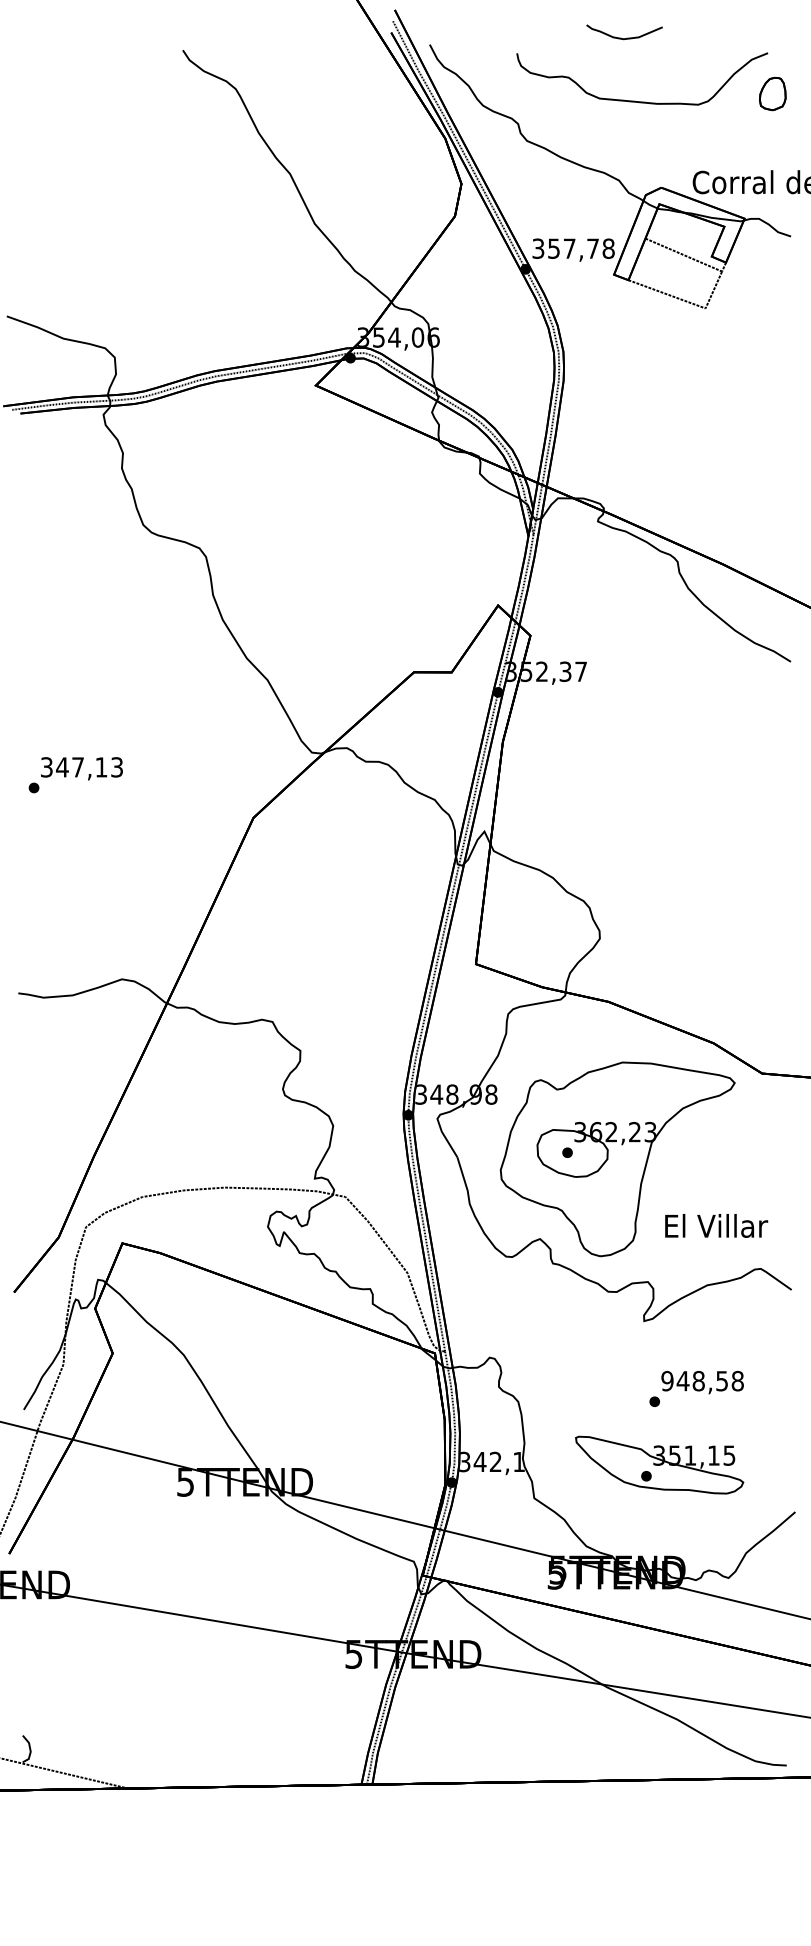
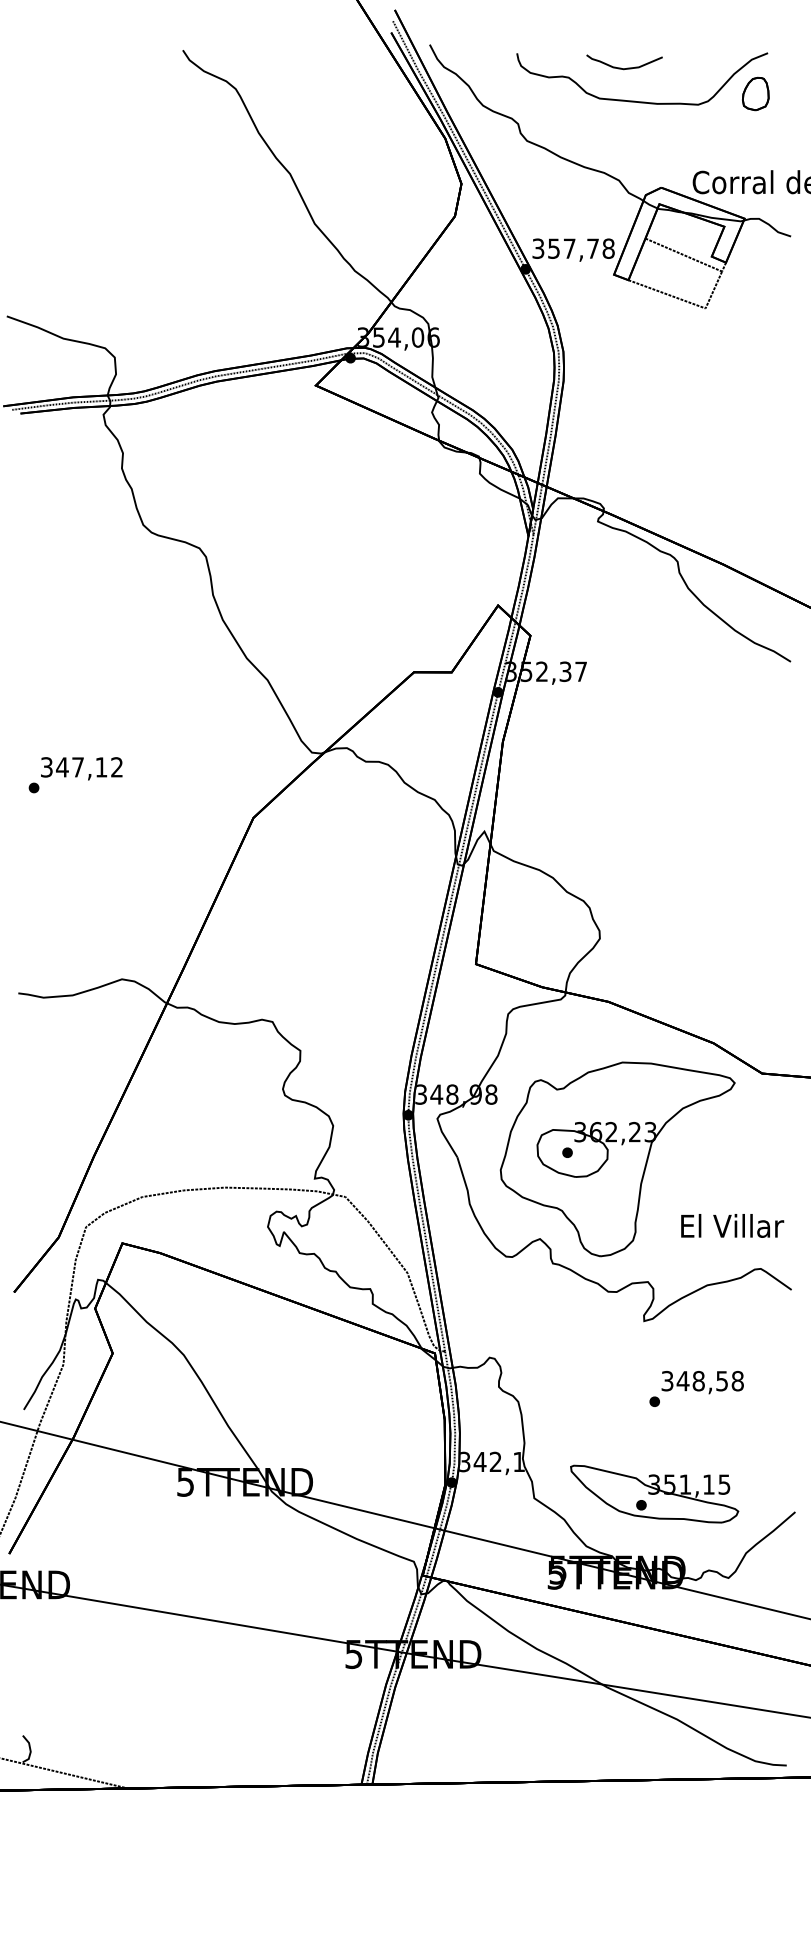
curve at (621, 37) position: (621, 37) -> (621, 67)
part at (772, 93) position: (772, 93) -> (755, 93)
text at (116, 767): 347,13 -> 347,12
text at (716, 1225) position: (716, 1225) -> (732, 1225)
text at (667, 1381): 948,58 -> 348,58
part at (659, 1464) position: (659, 1464) -> (654, 1493)
